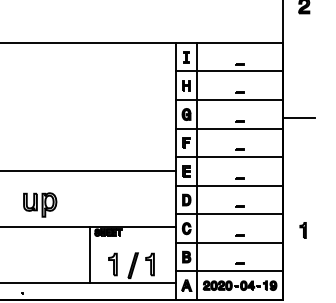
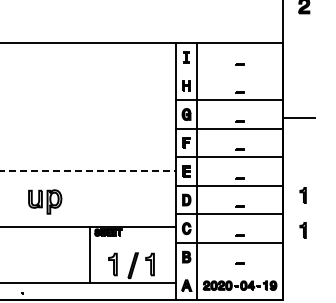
line at (228, 71): present -> none
line at (88, 171): solid -> dashed
part at (302, 195): none -> present
part at (40, 204) position: (40, 204) -> (45, 201)
line at (228, 271): present -> none
